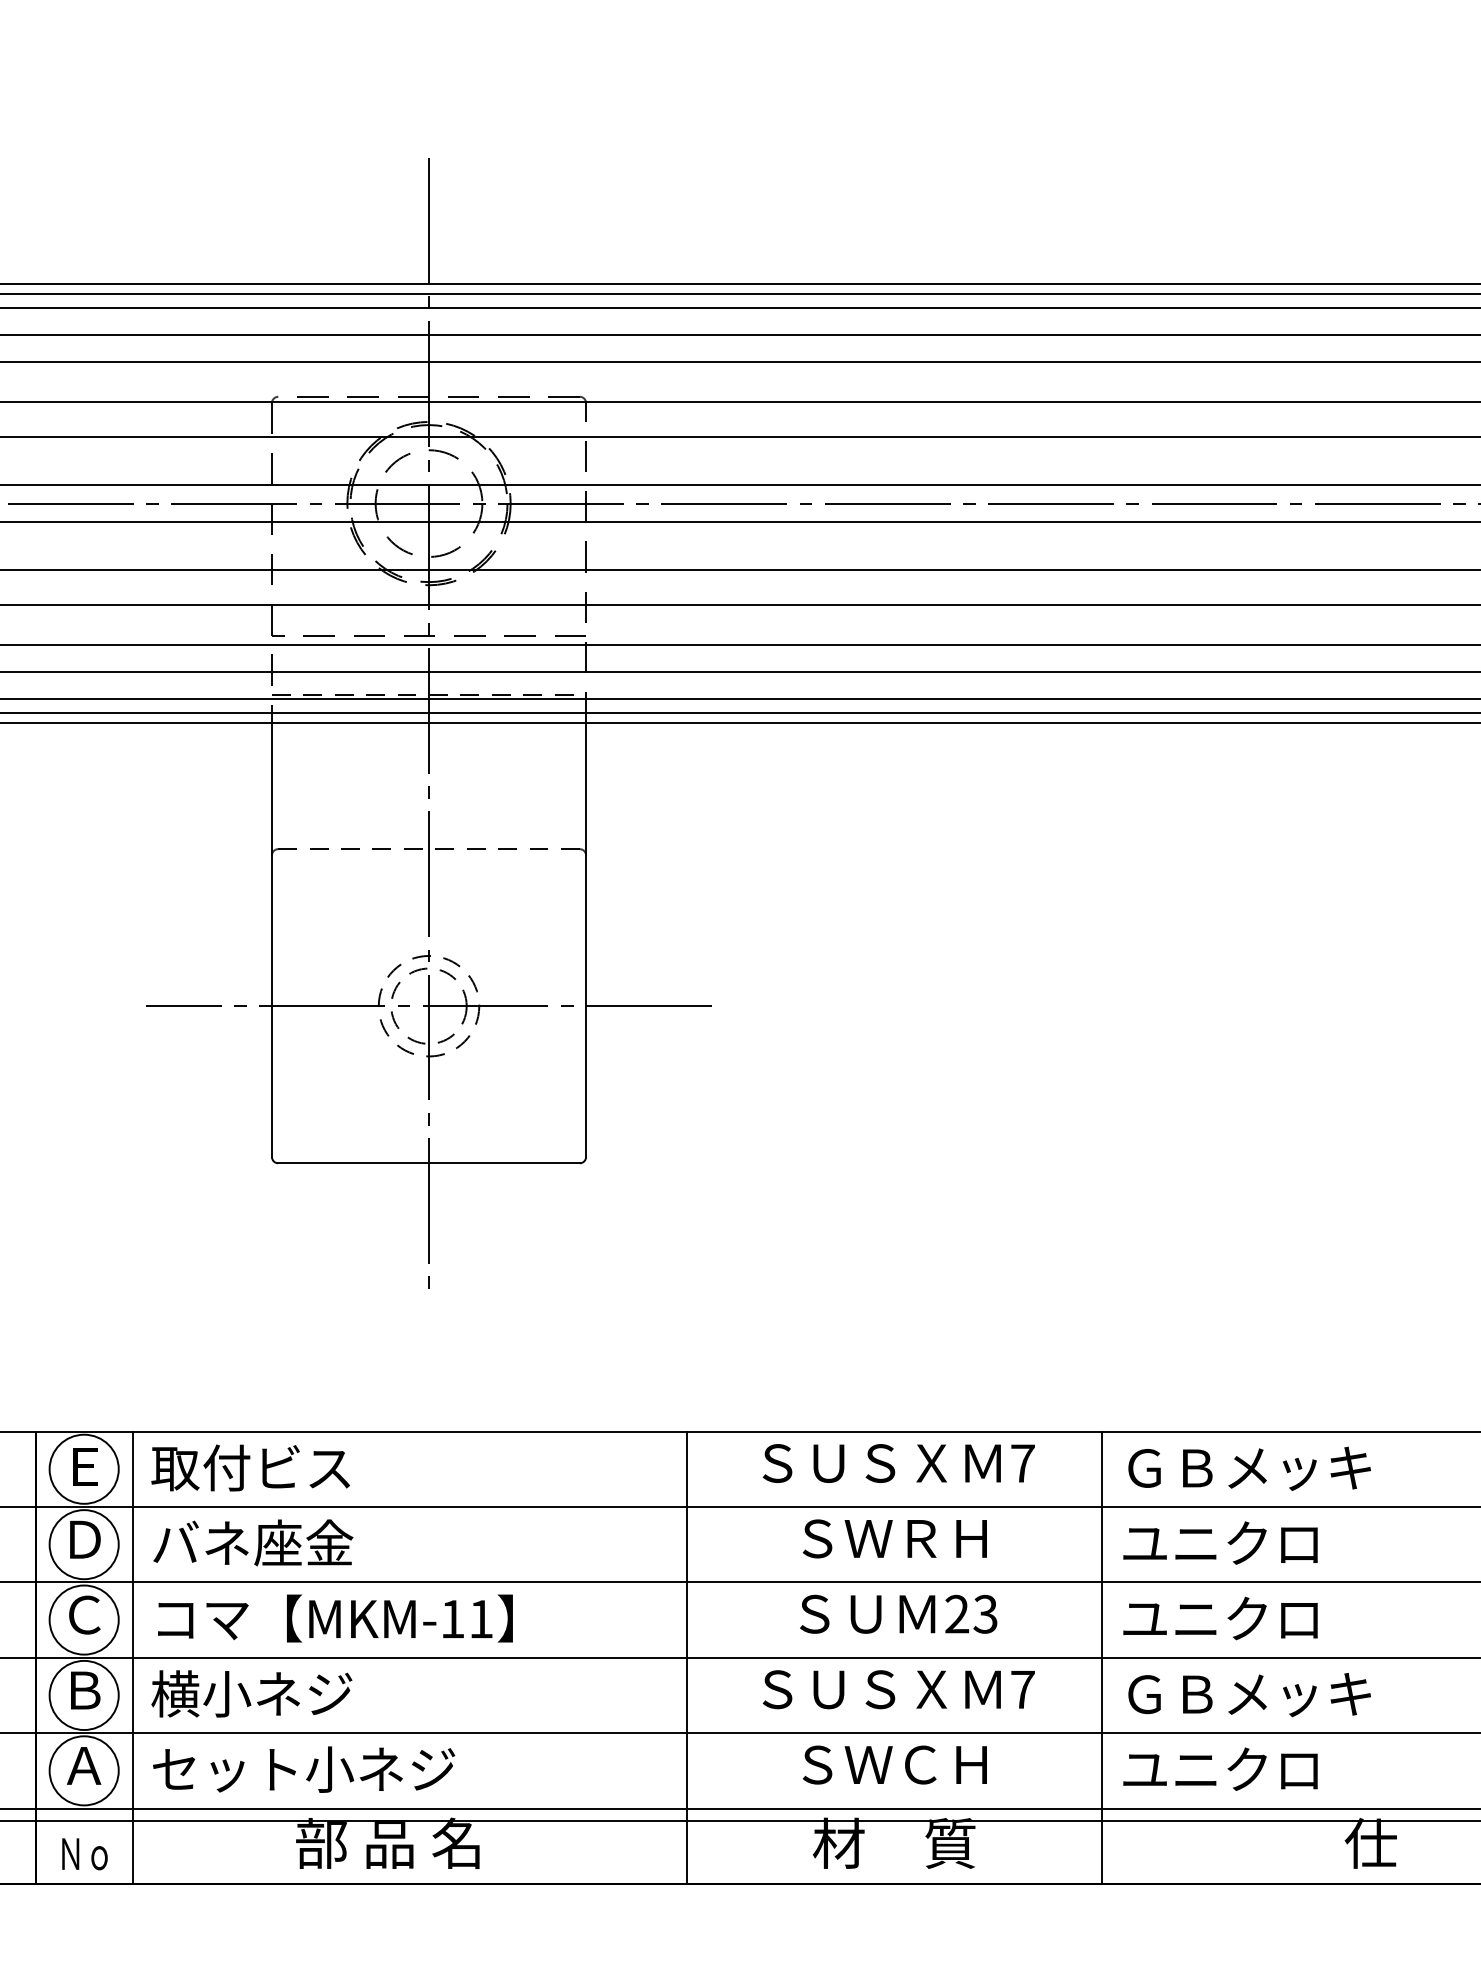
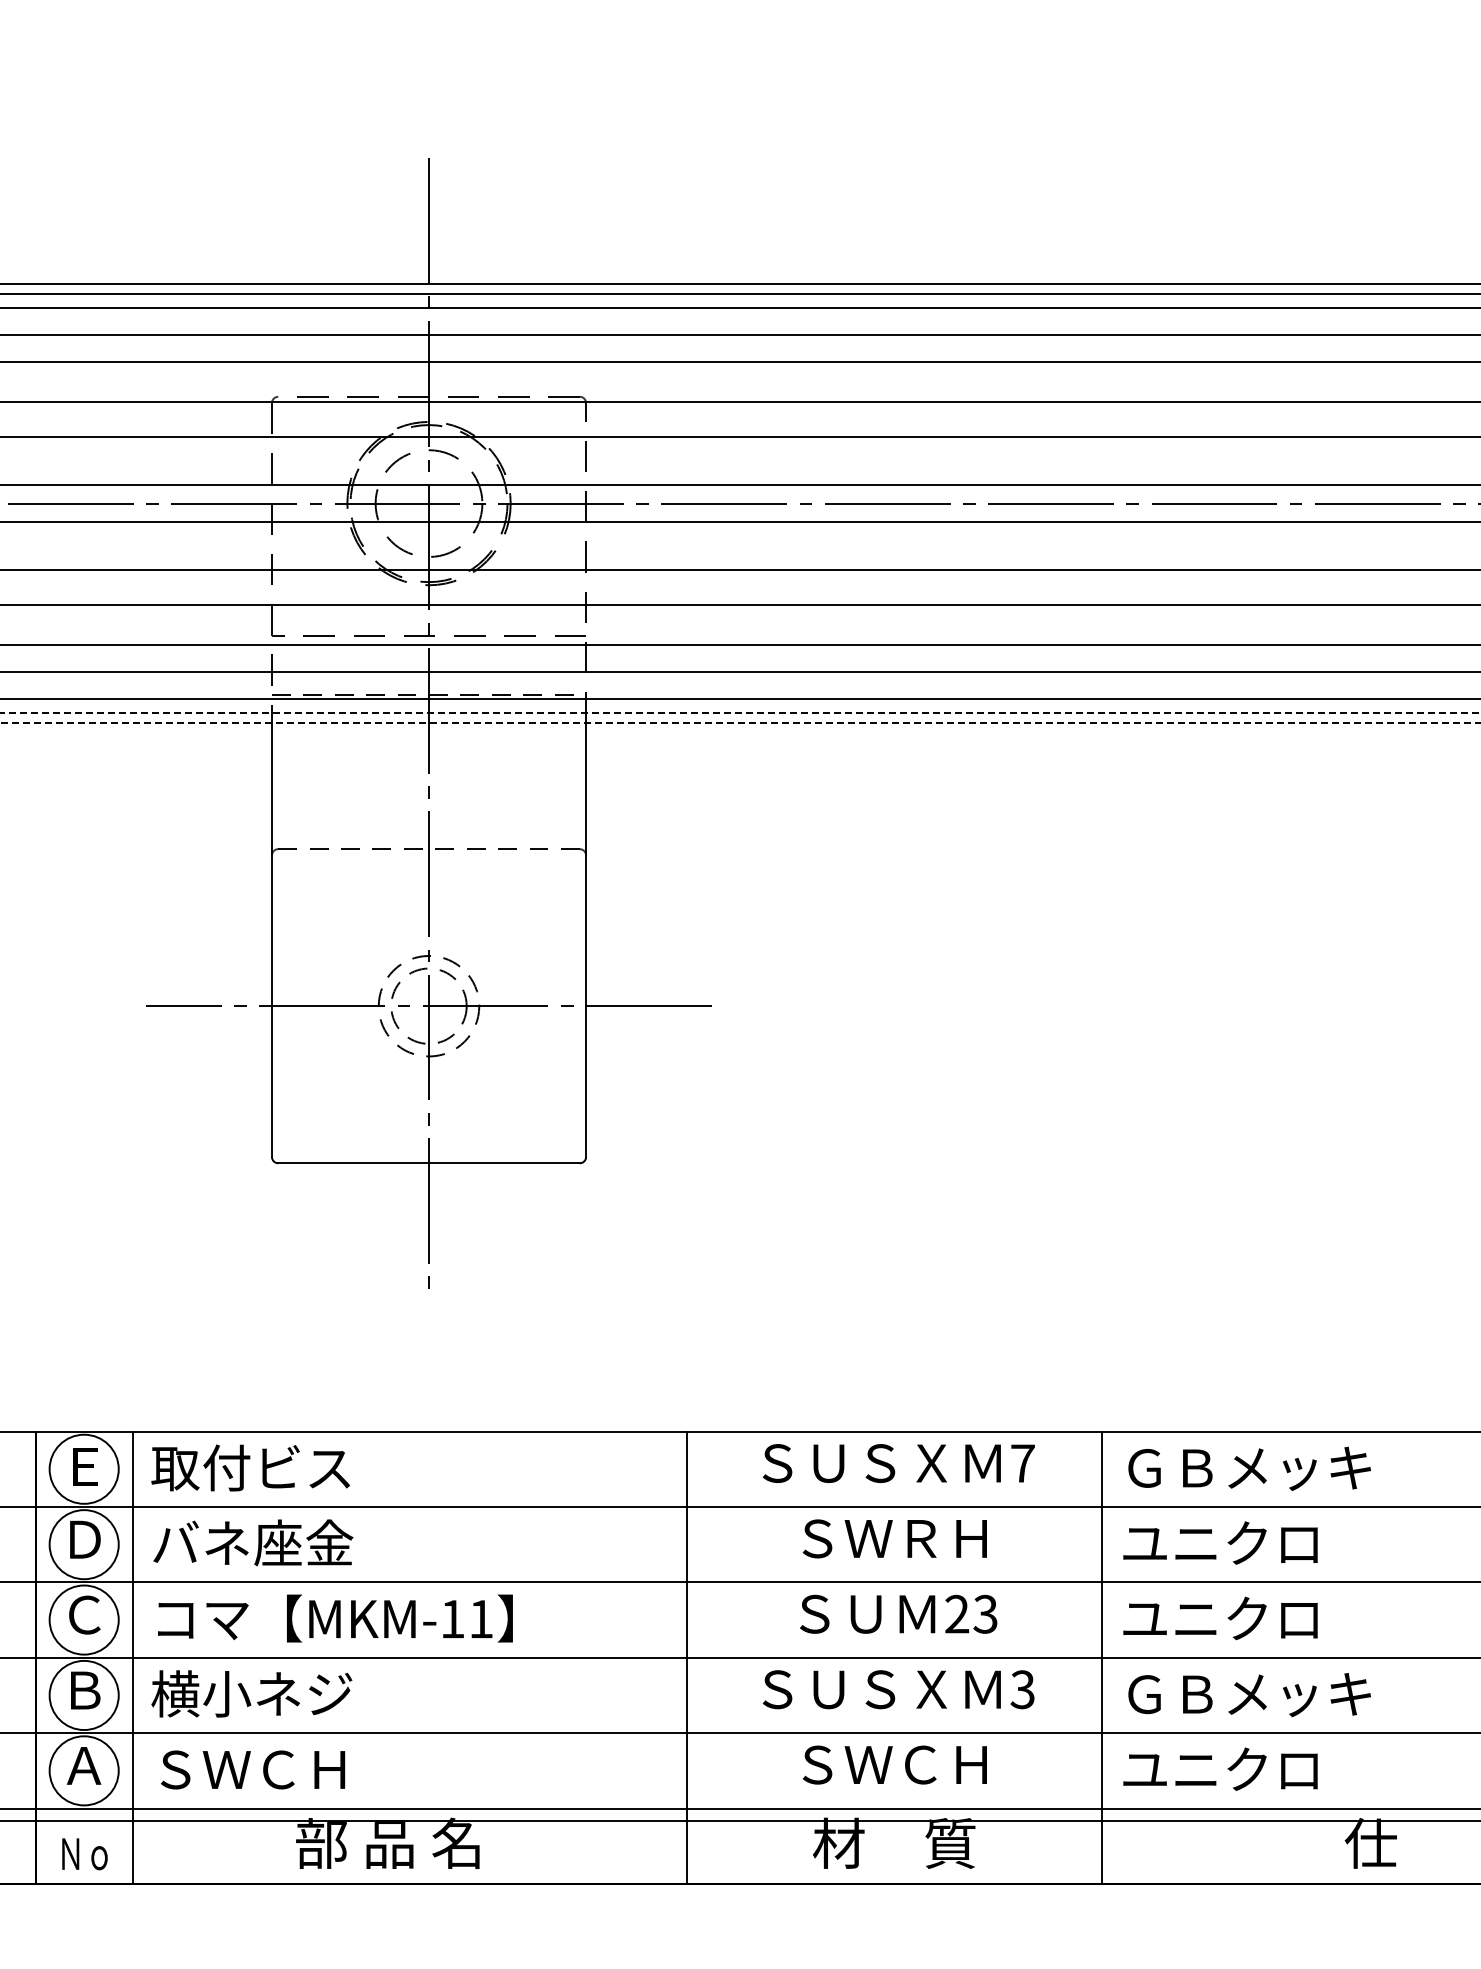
line at (740, 713): solid -> dashed
line at (740, 723): solid -> dashed
text at (1022, 1689): 7 -> 3
text at (304, 1769): セット小ネジ -> ＳＷＣＨ
